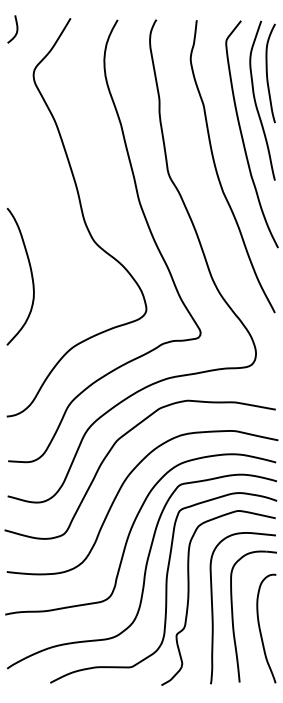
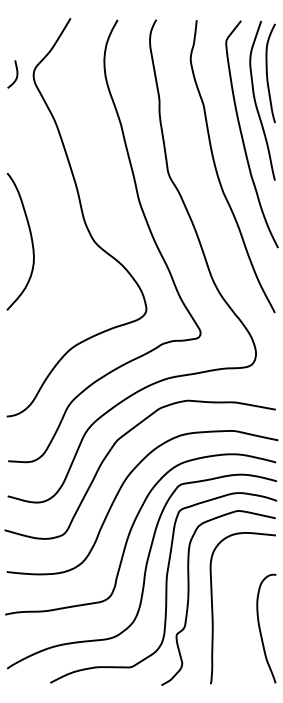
curve at (16, 29) position: (16, 29) -> (16, 74)
curve at (30, 273) position: (30, 273) -> (30, 238)
part at (233, 616): present -> none
